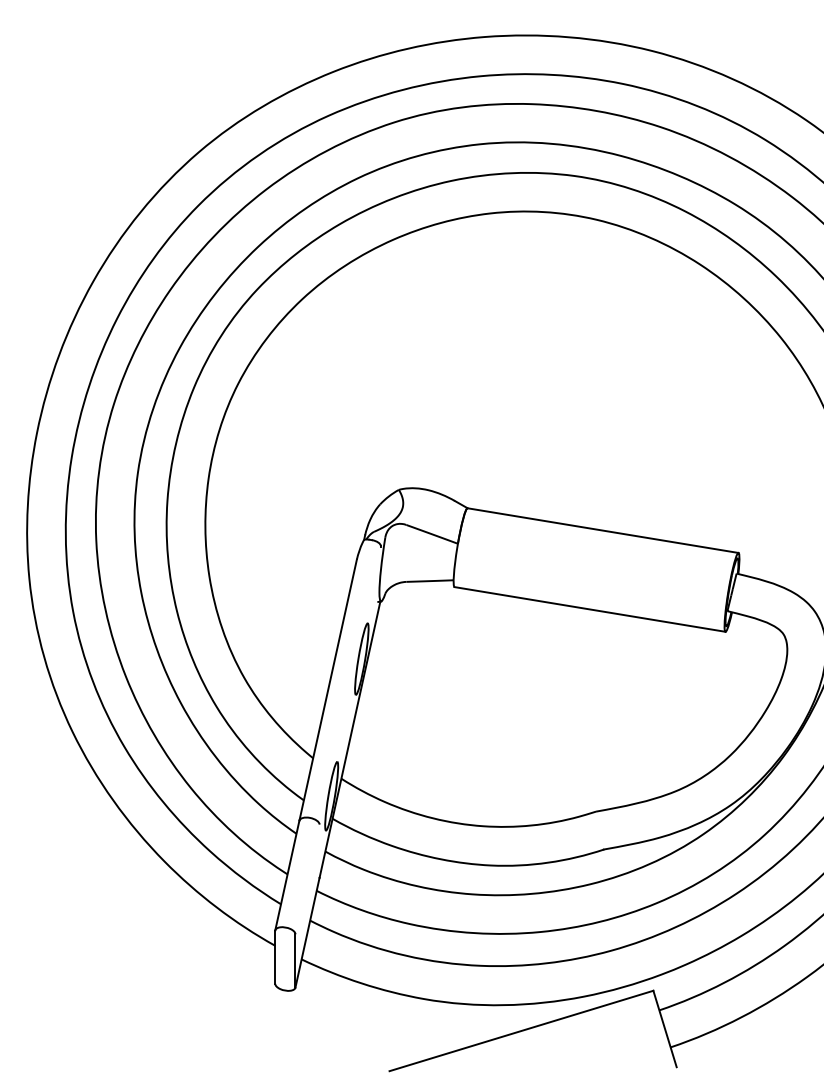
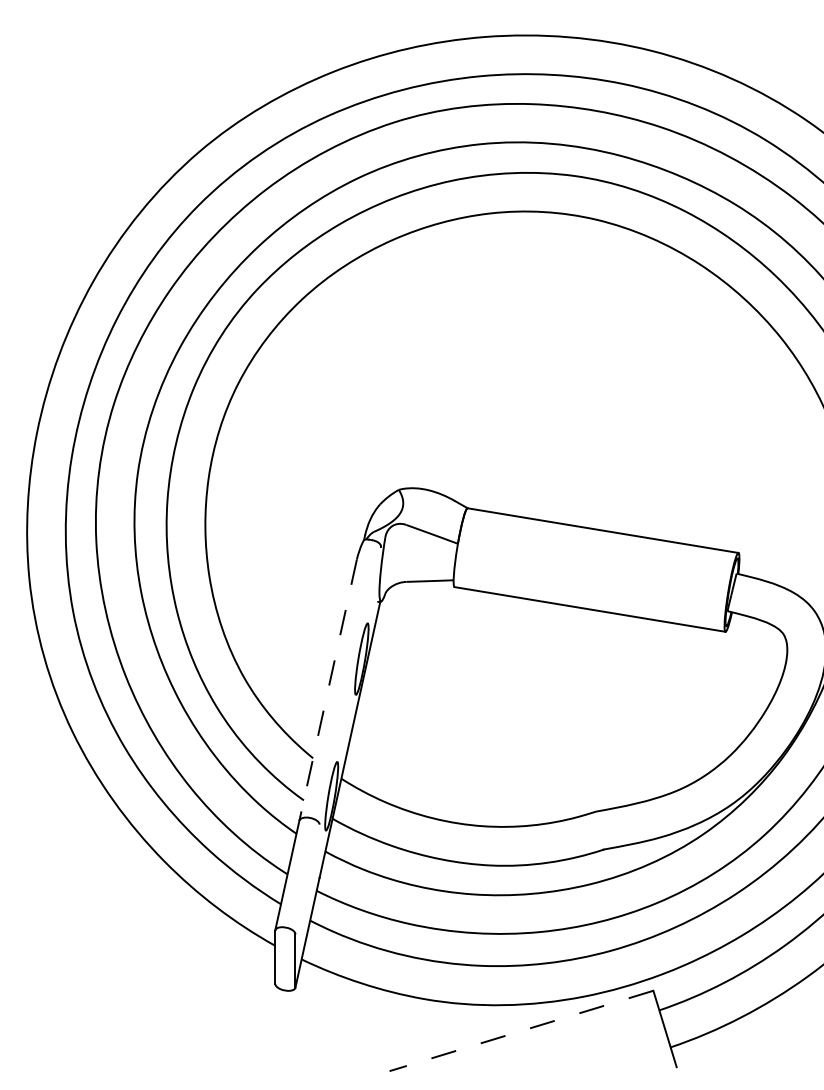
line at (328, 690): solid -> dashed
line at (521, 1030): solid -> dashed
